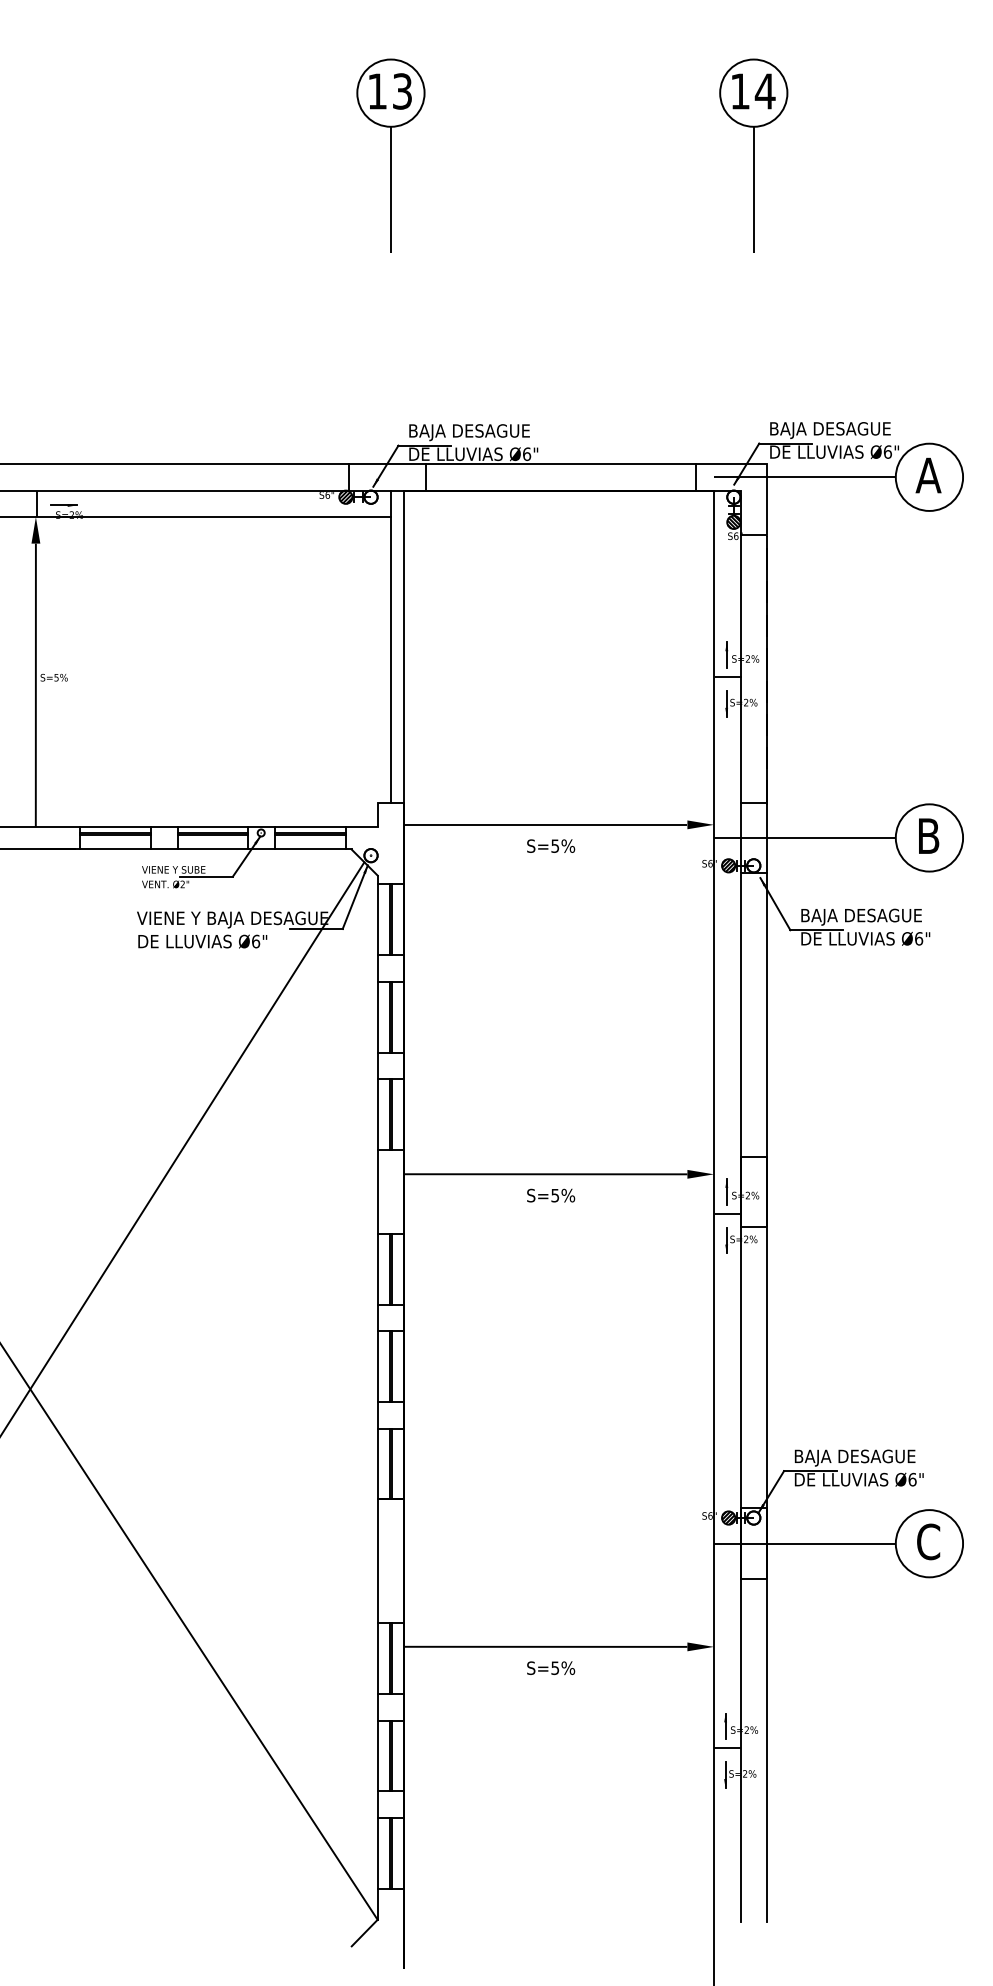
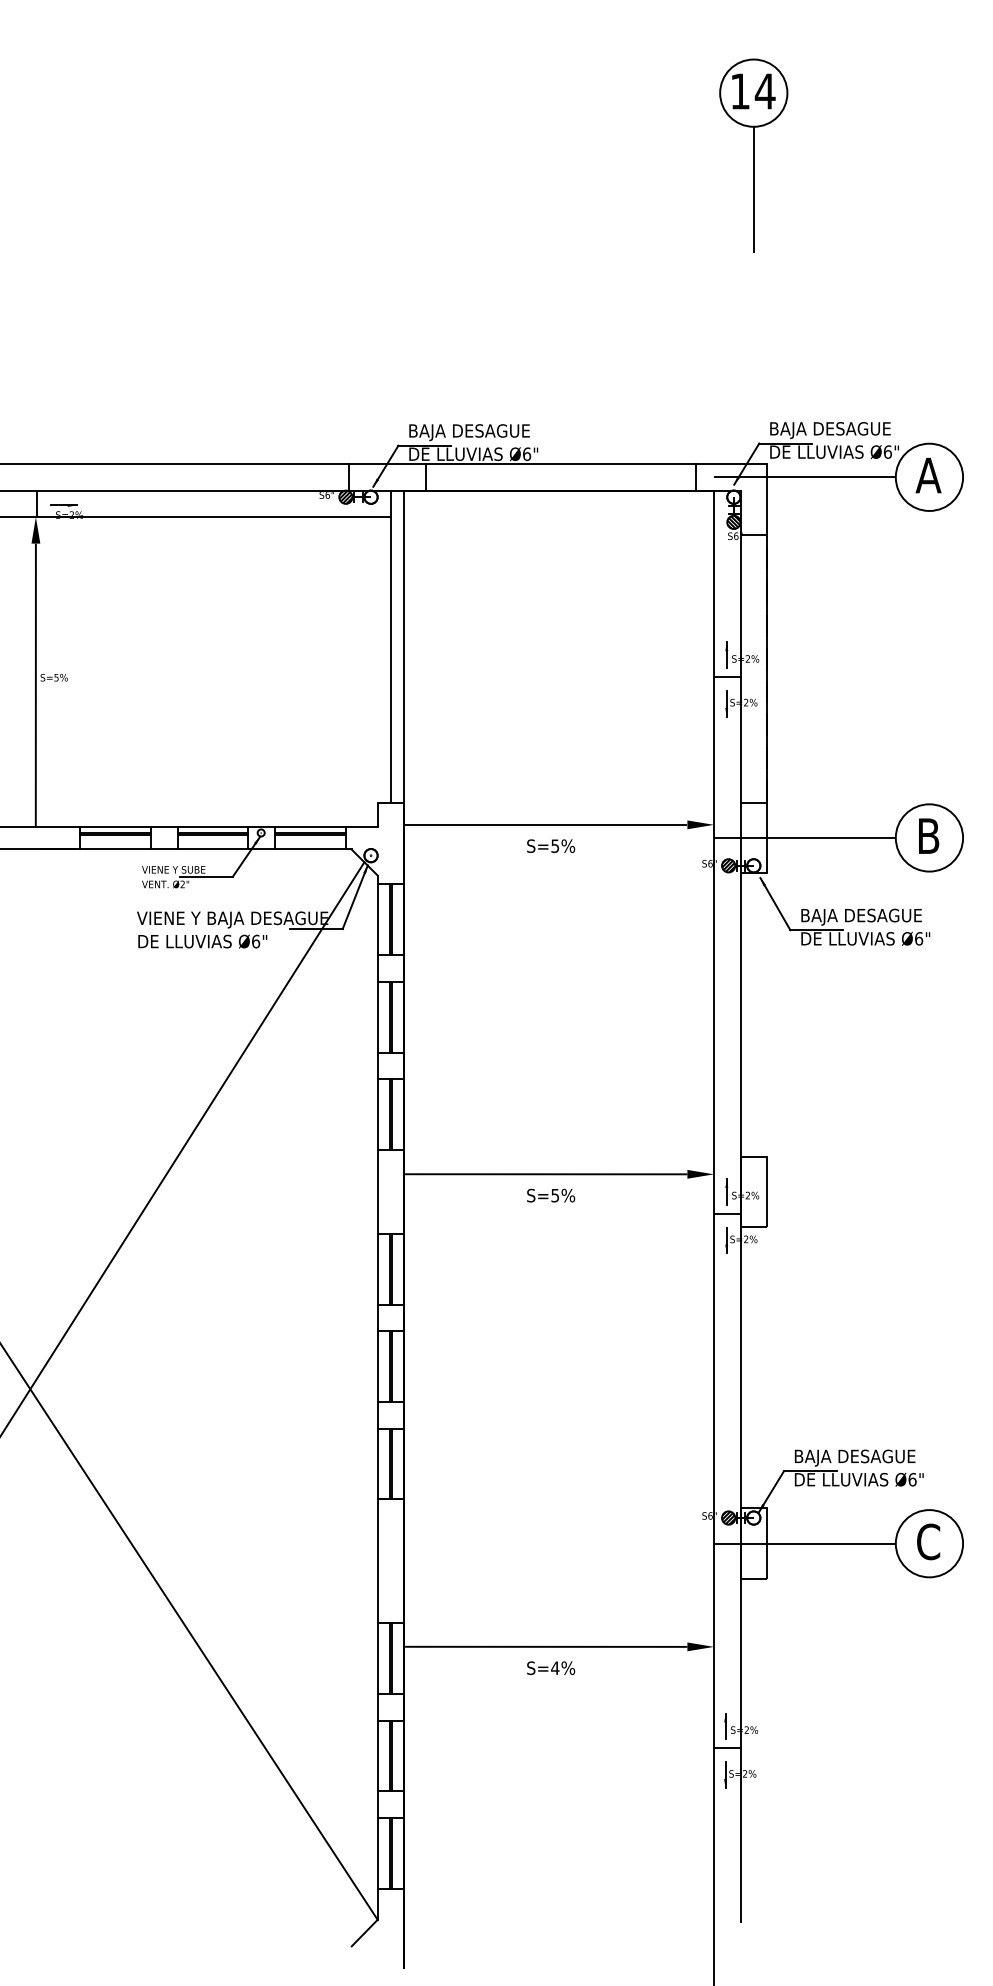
part at (390, 155): present -> none
line at (767, 1397): present -> none
text at (555, 1668): S=5% -> S=4%
